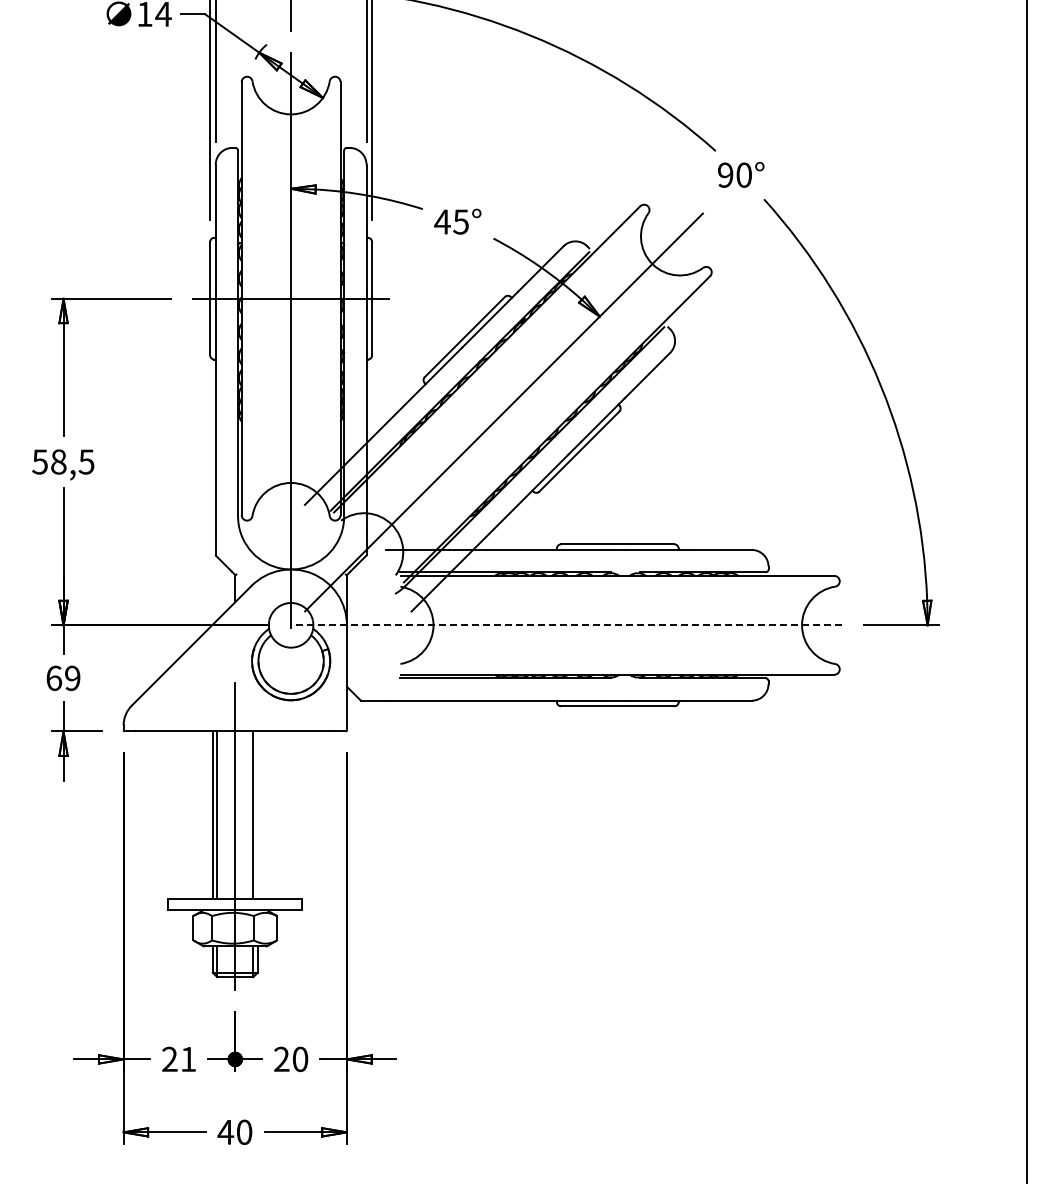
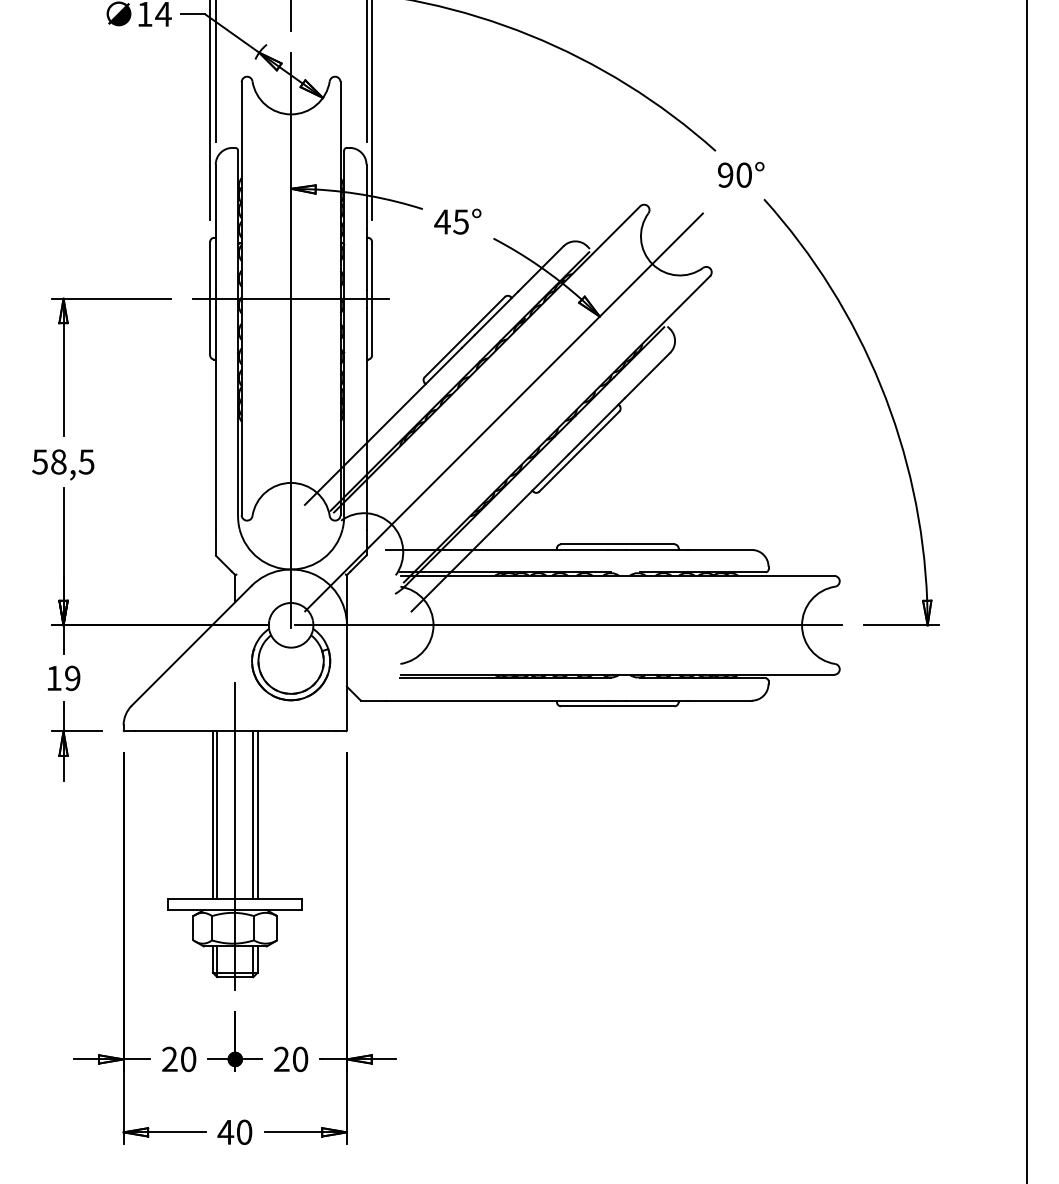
line at (567, 625): dashed -> solid
text at (53, 677): 69 -> 19
line at (257, 814): none -> present
text at (188, 1059): 21 -> 20
